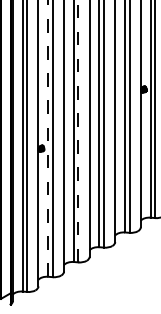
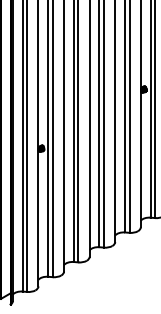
line at (78, 131): dashed -> solid
line at (48, 138): dashed -> solid
